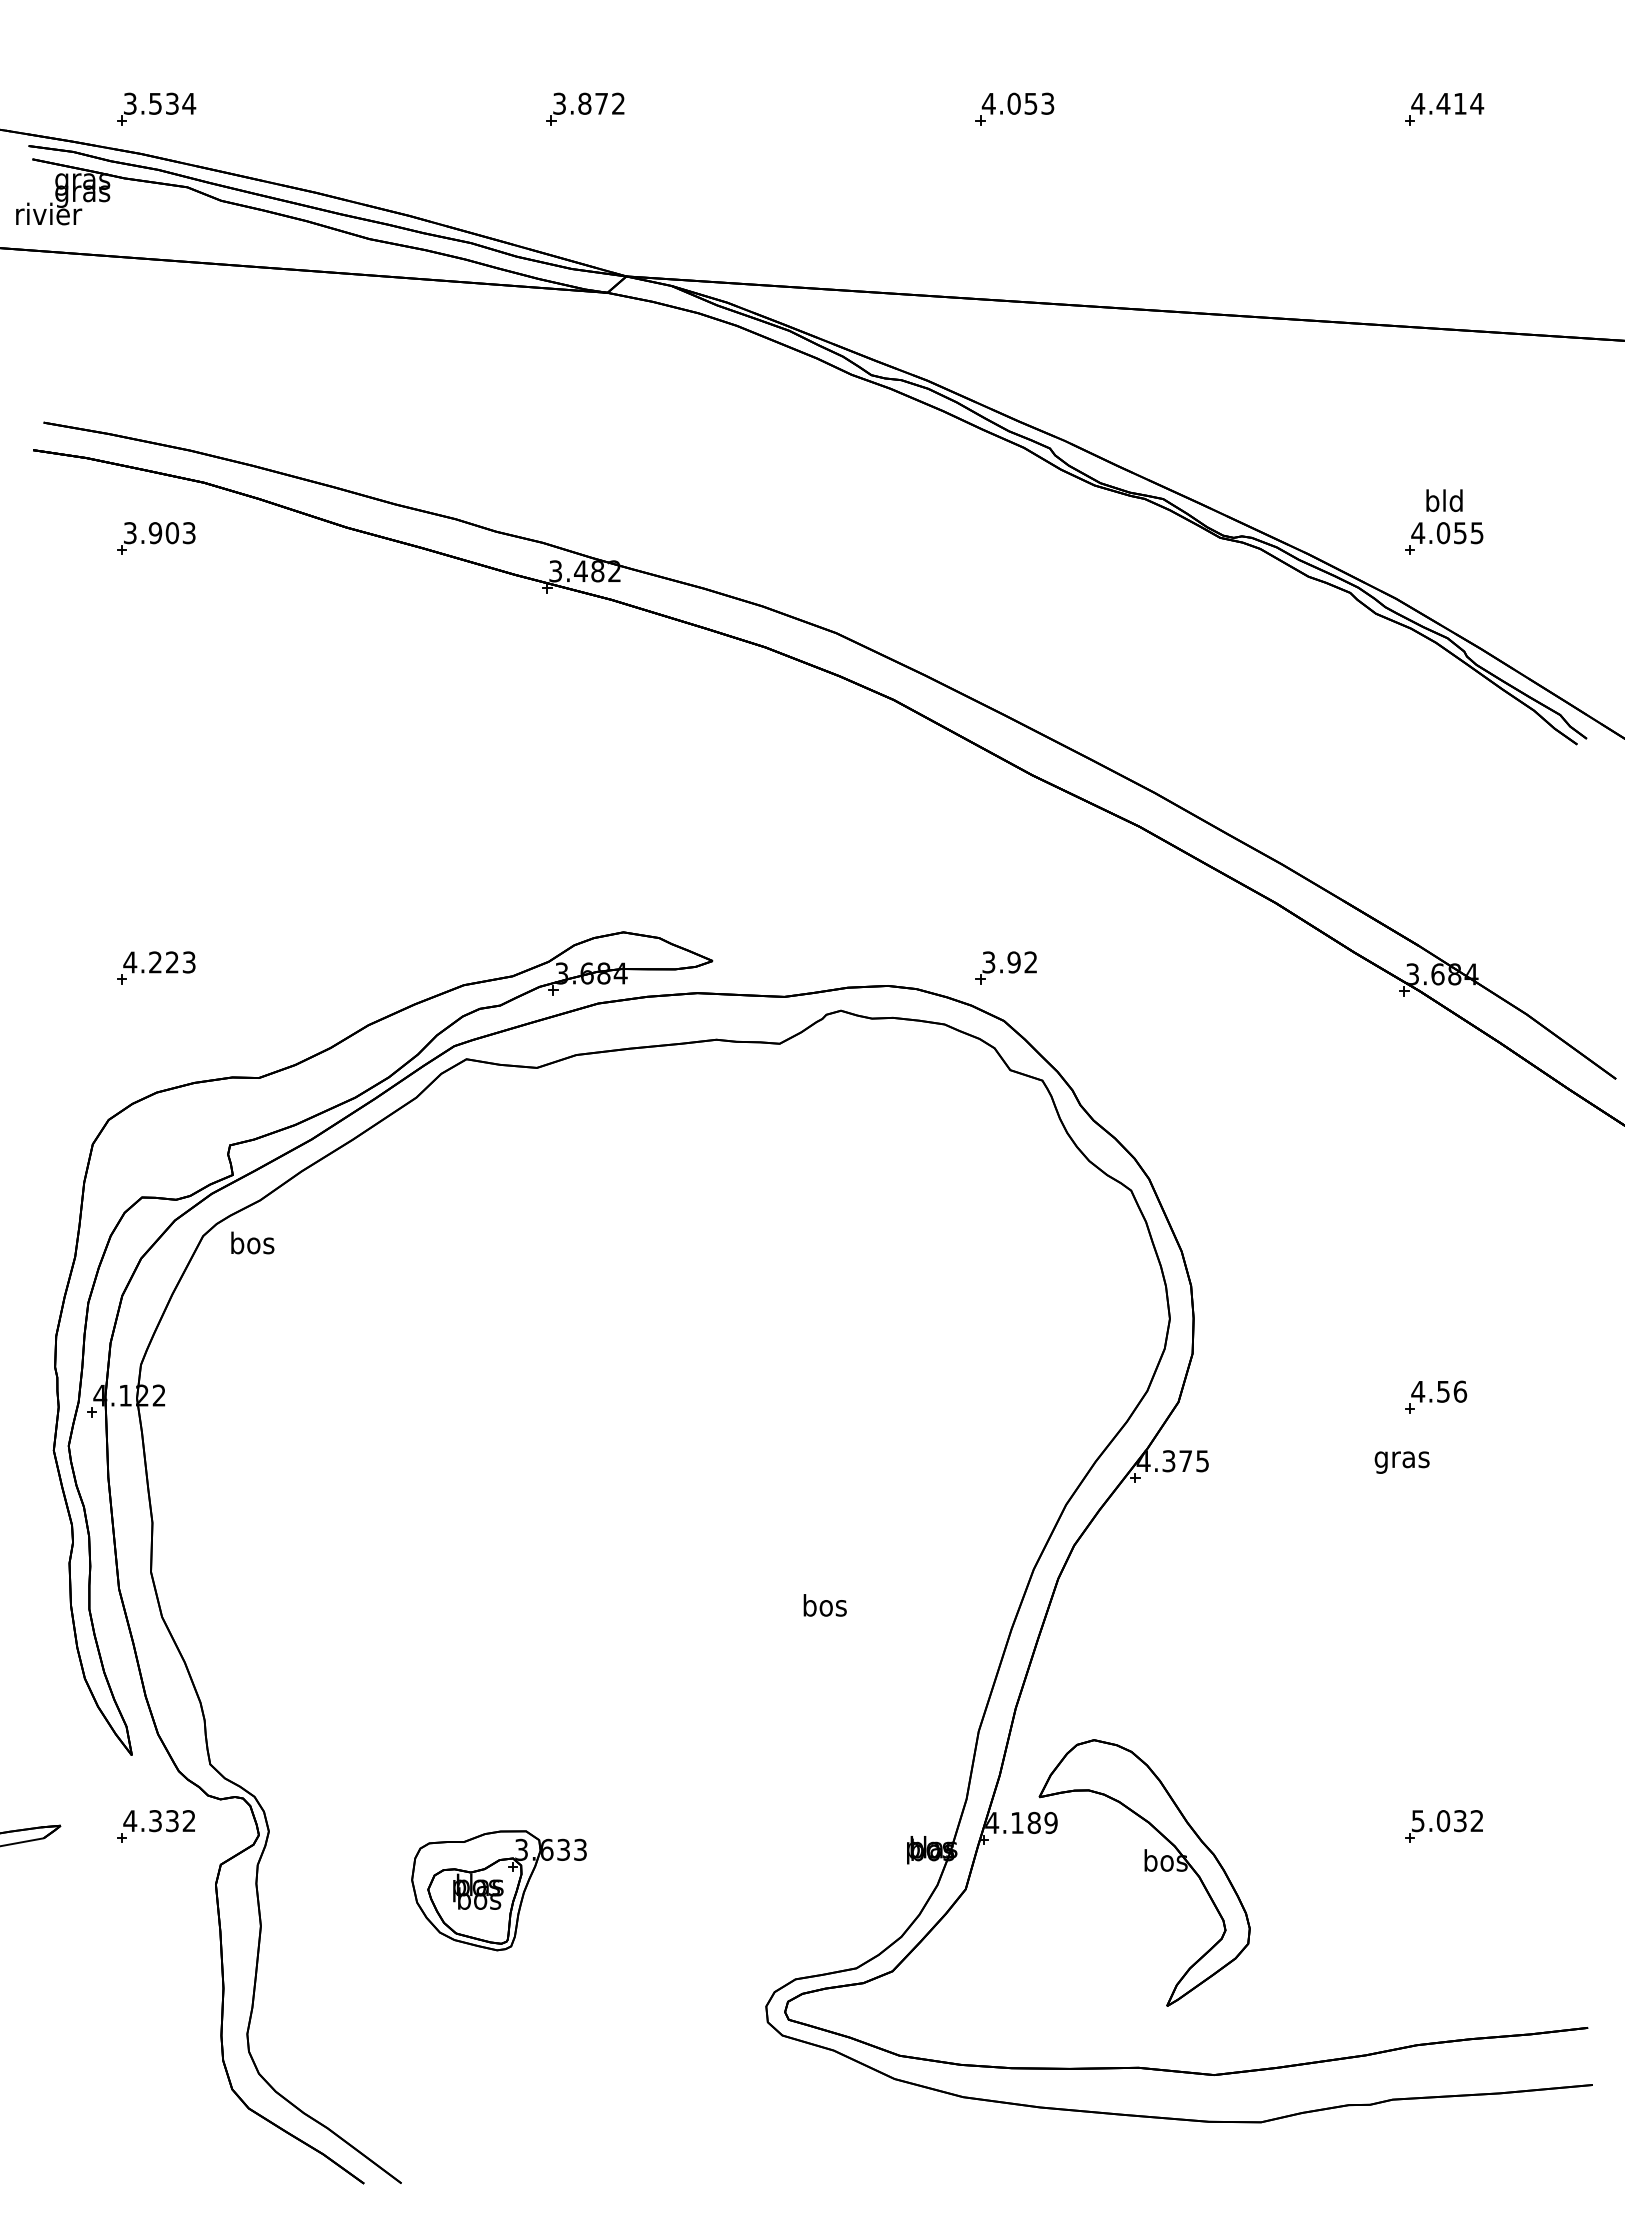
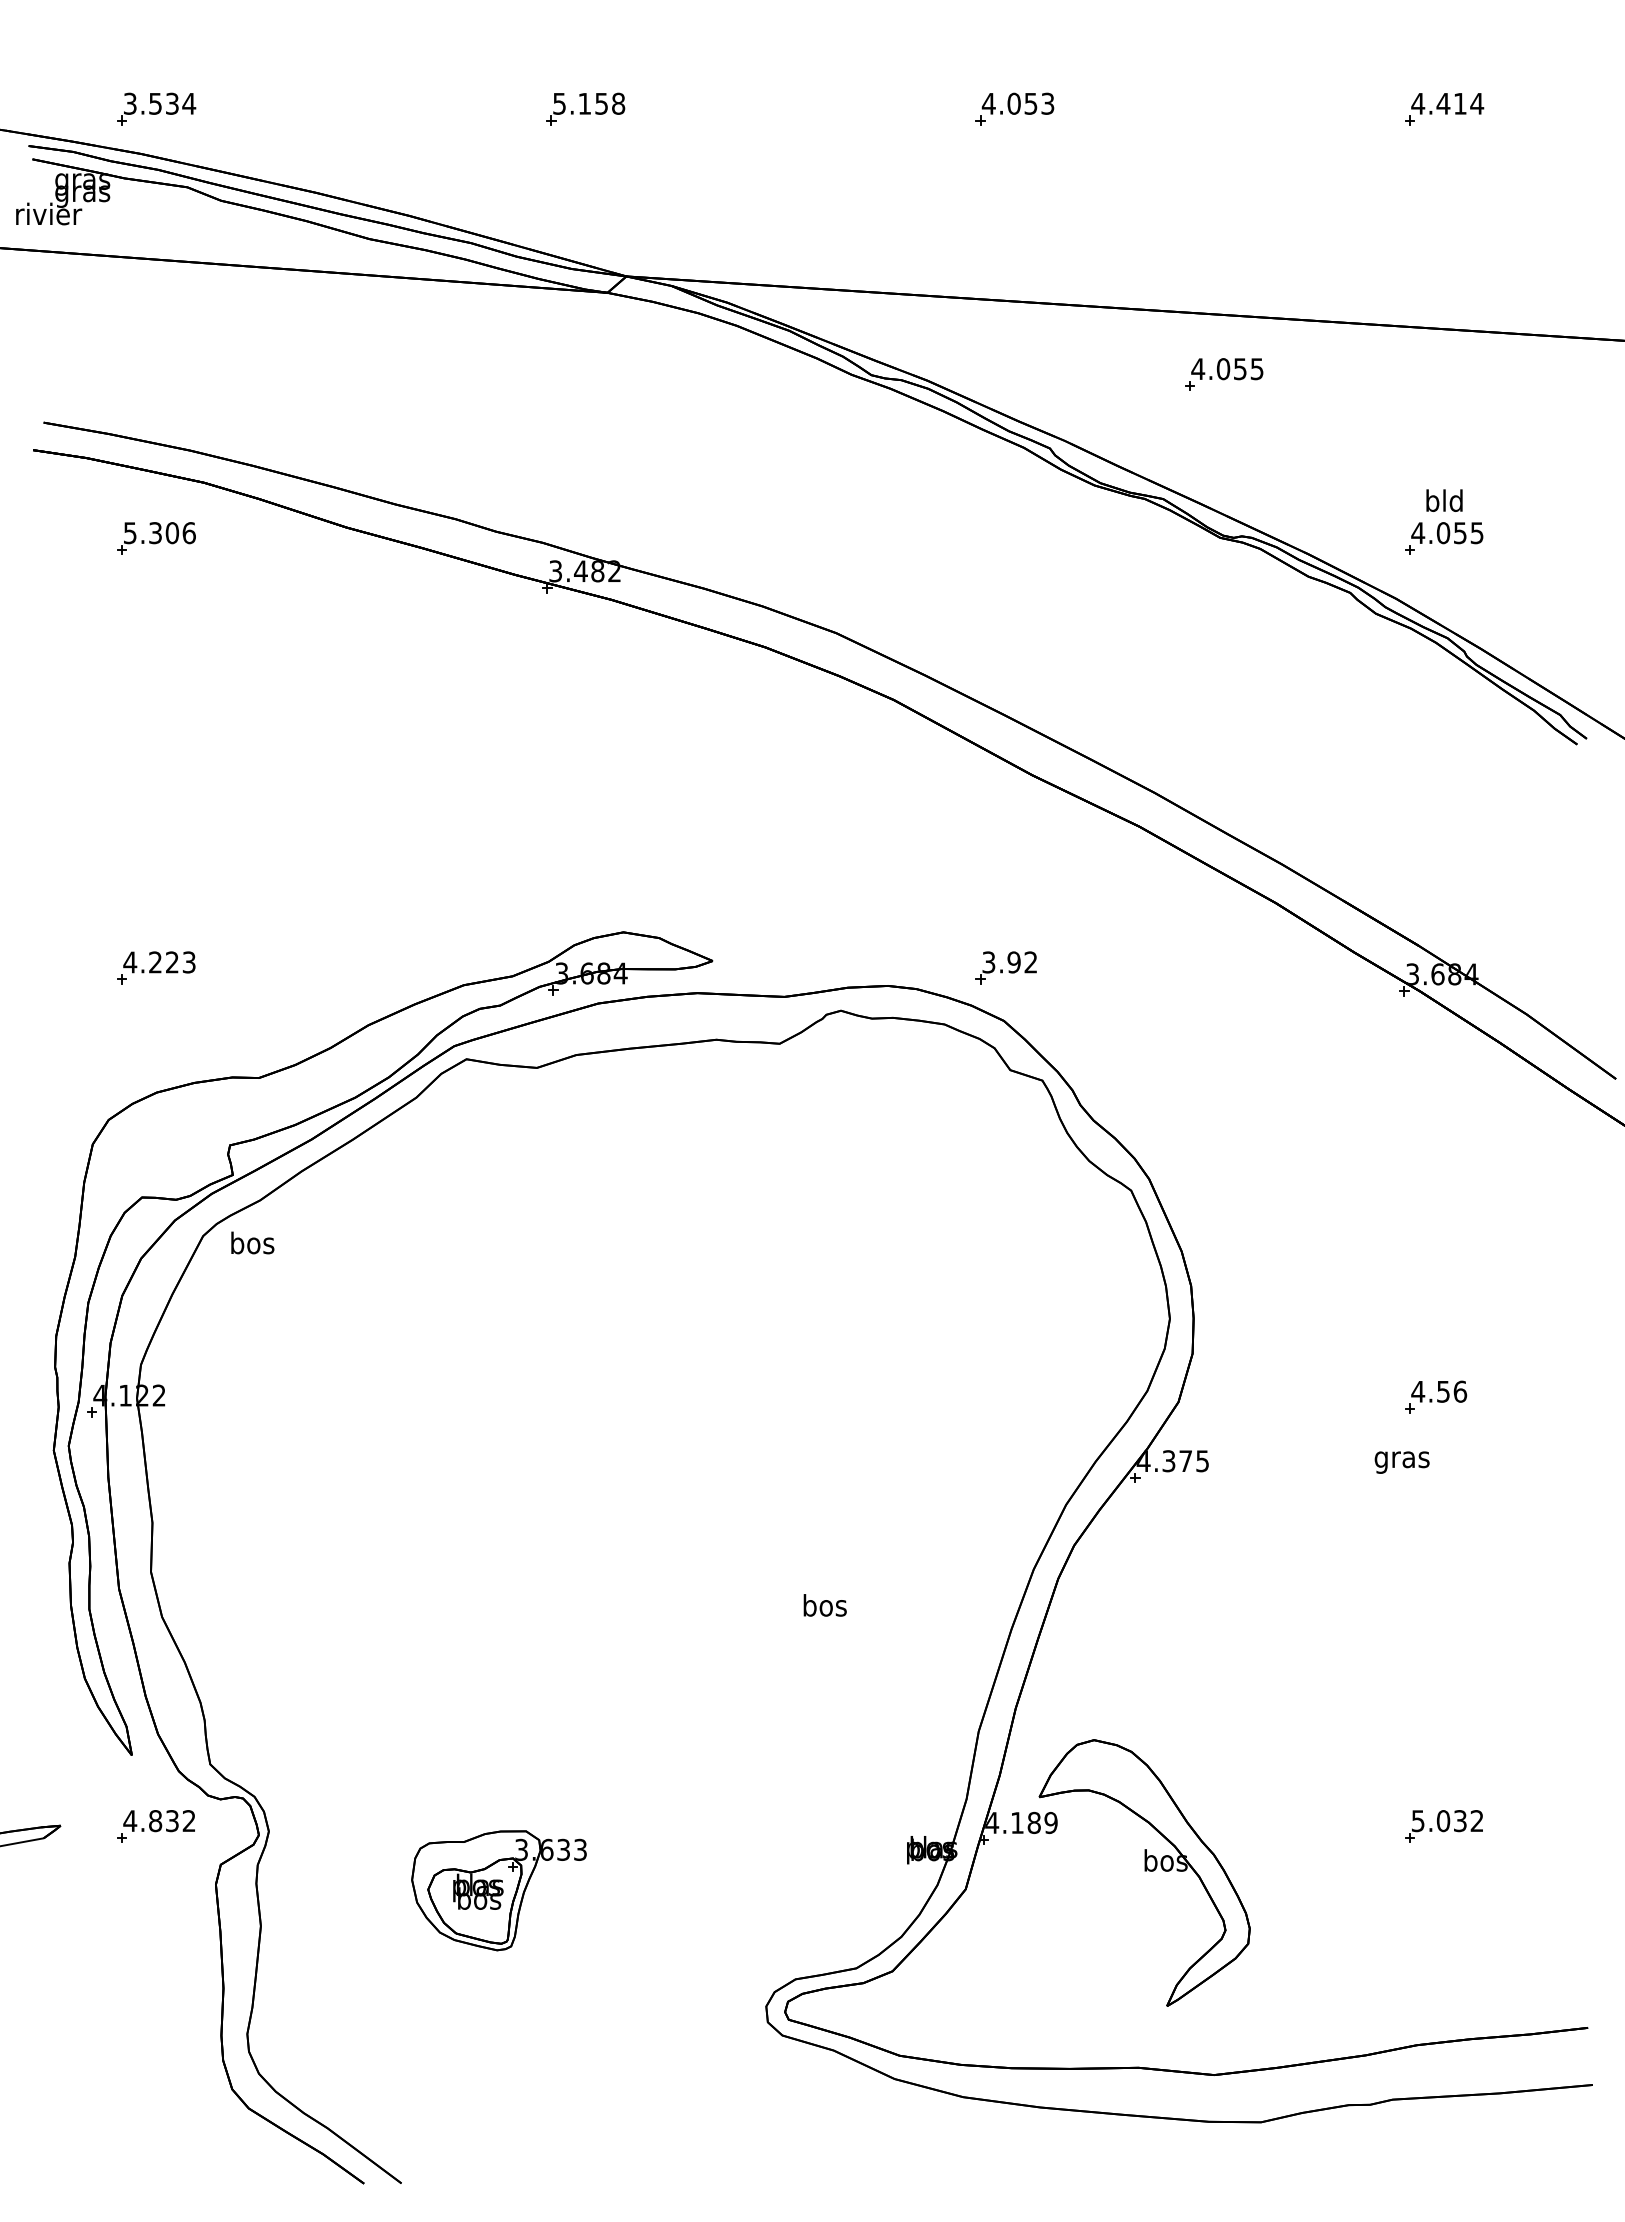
text at (589, 103): 3.872 -> 5.158
part at (1224, 374): none -> present
text at (159, 533): 3.903 -> 5.306
text at (155, 1821): 4.332 -> 4.832
